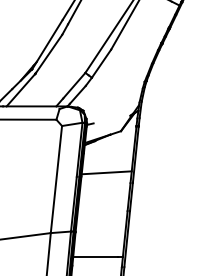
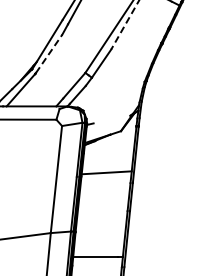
line at (124, 25): solid -> dashed
line at (49, 53): solid -> dashed
